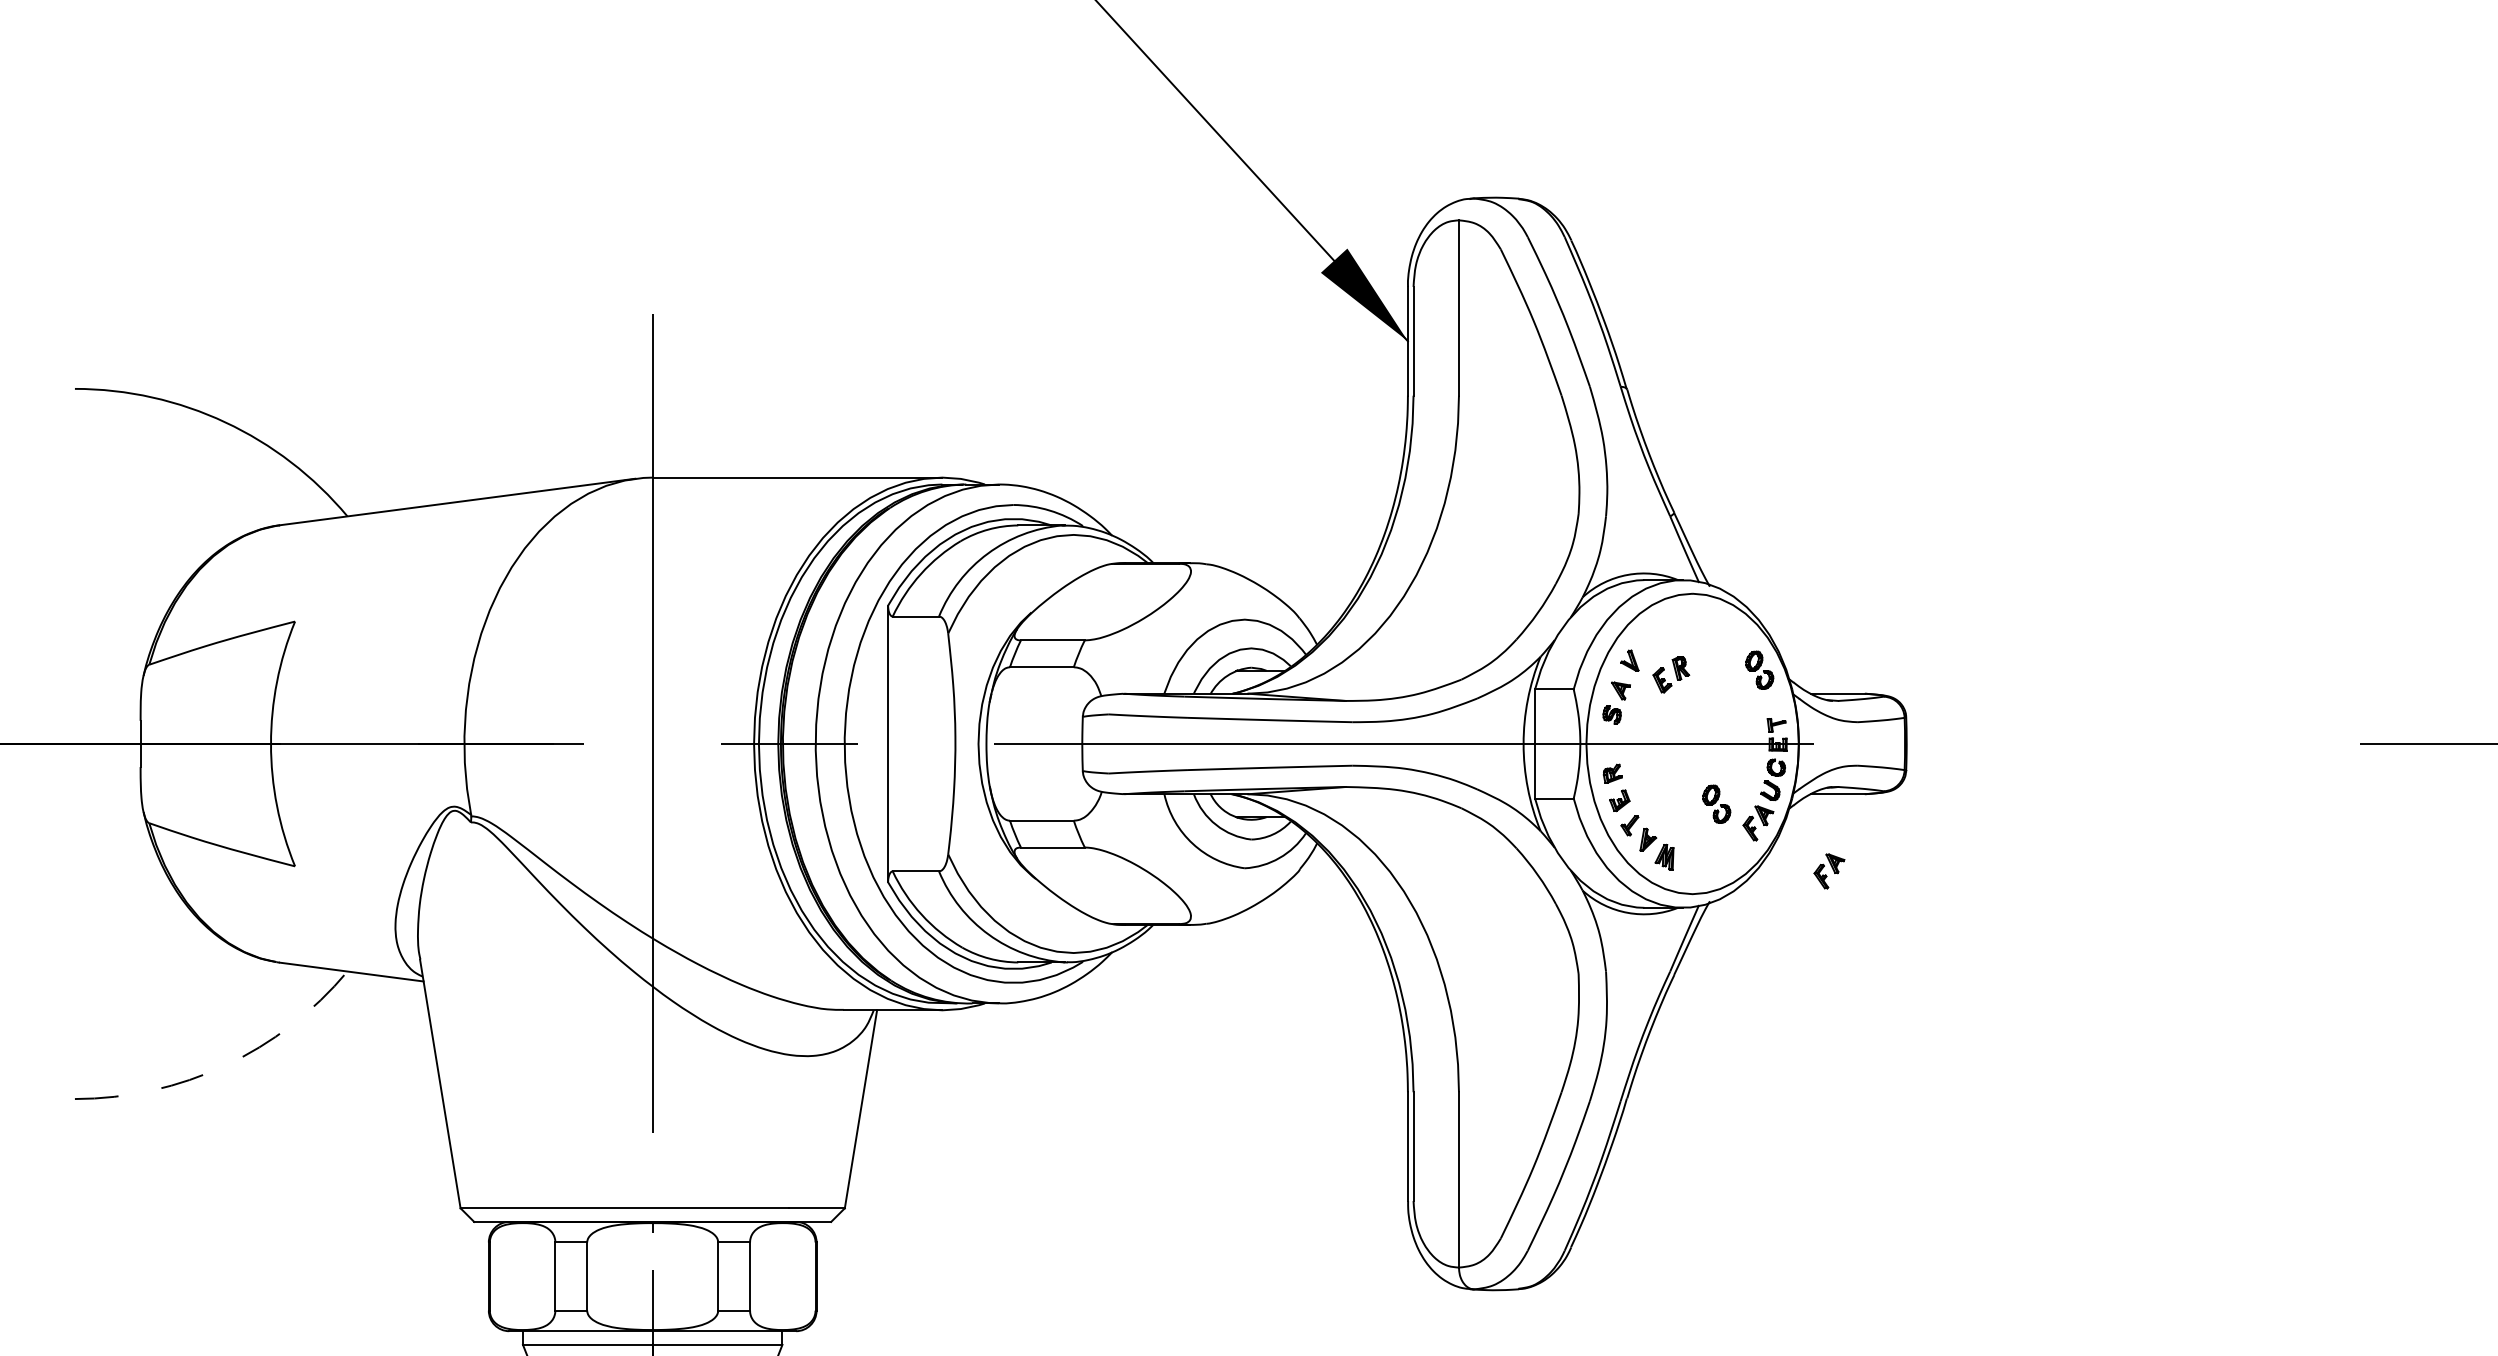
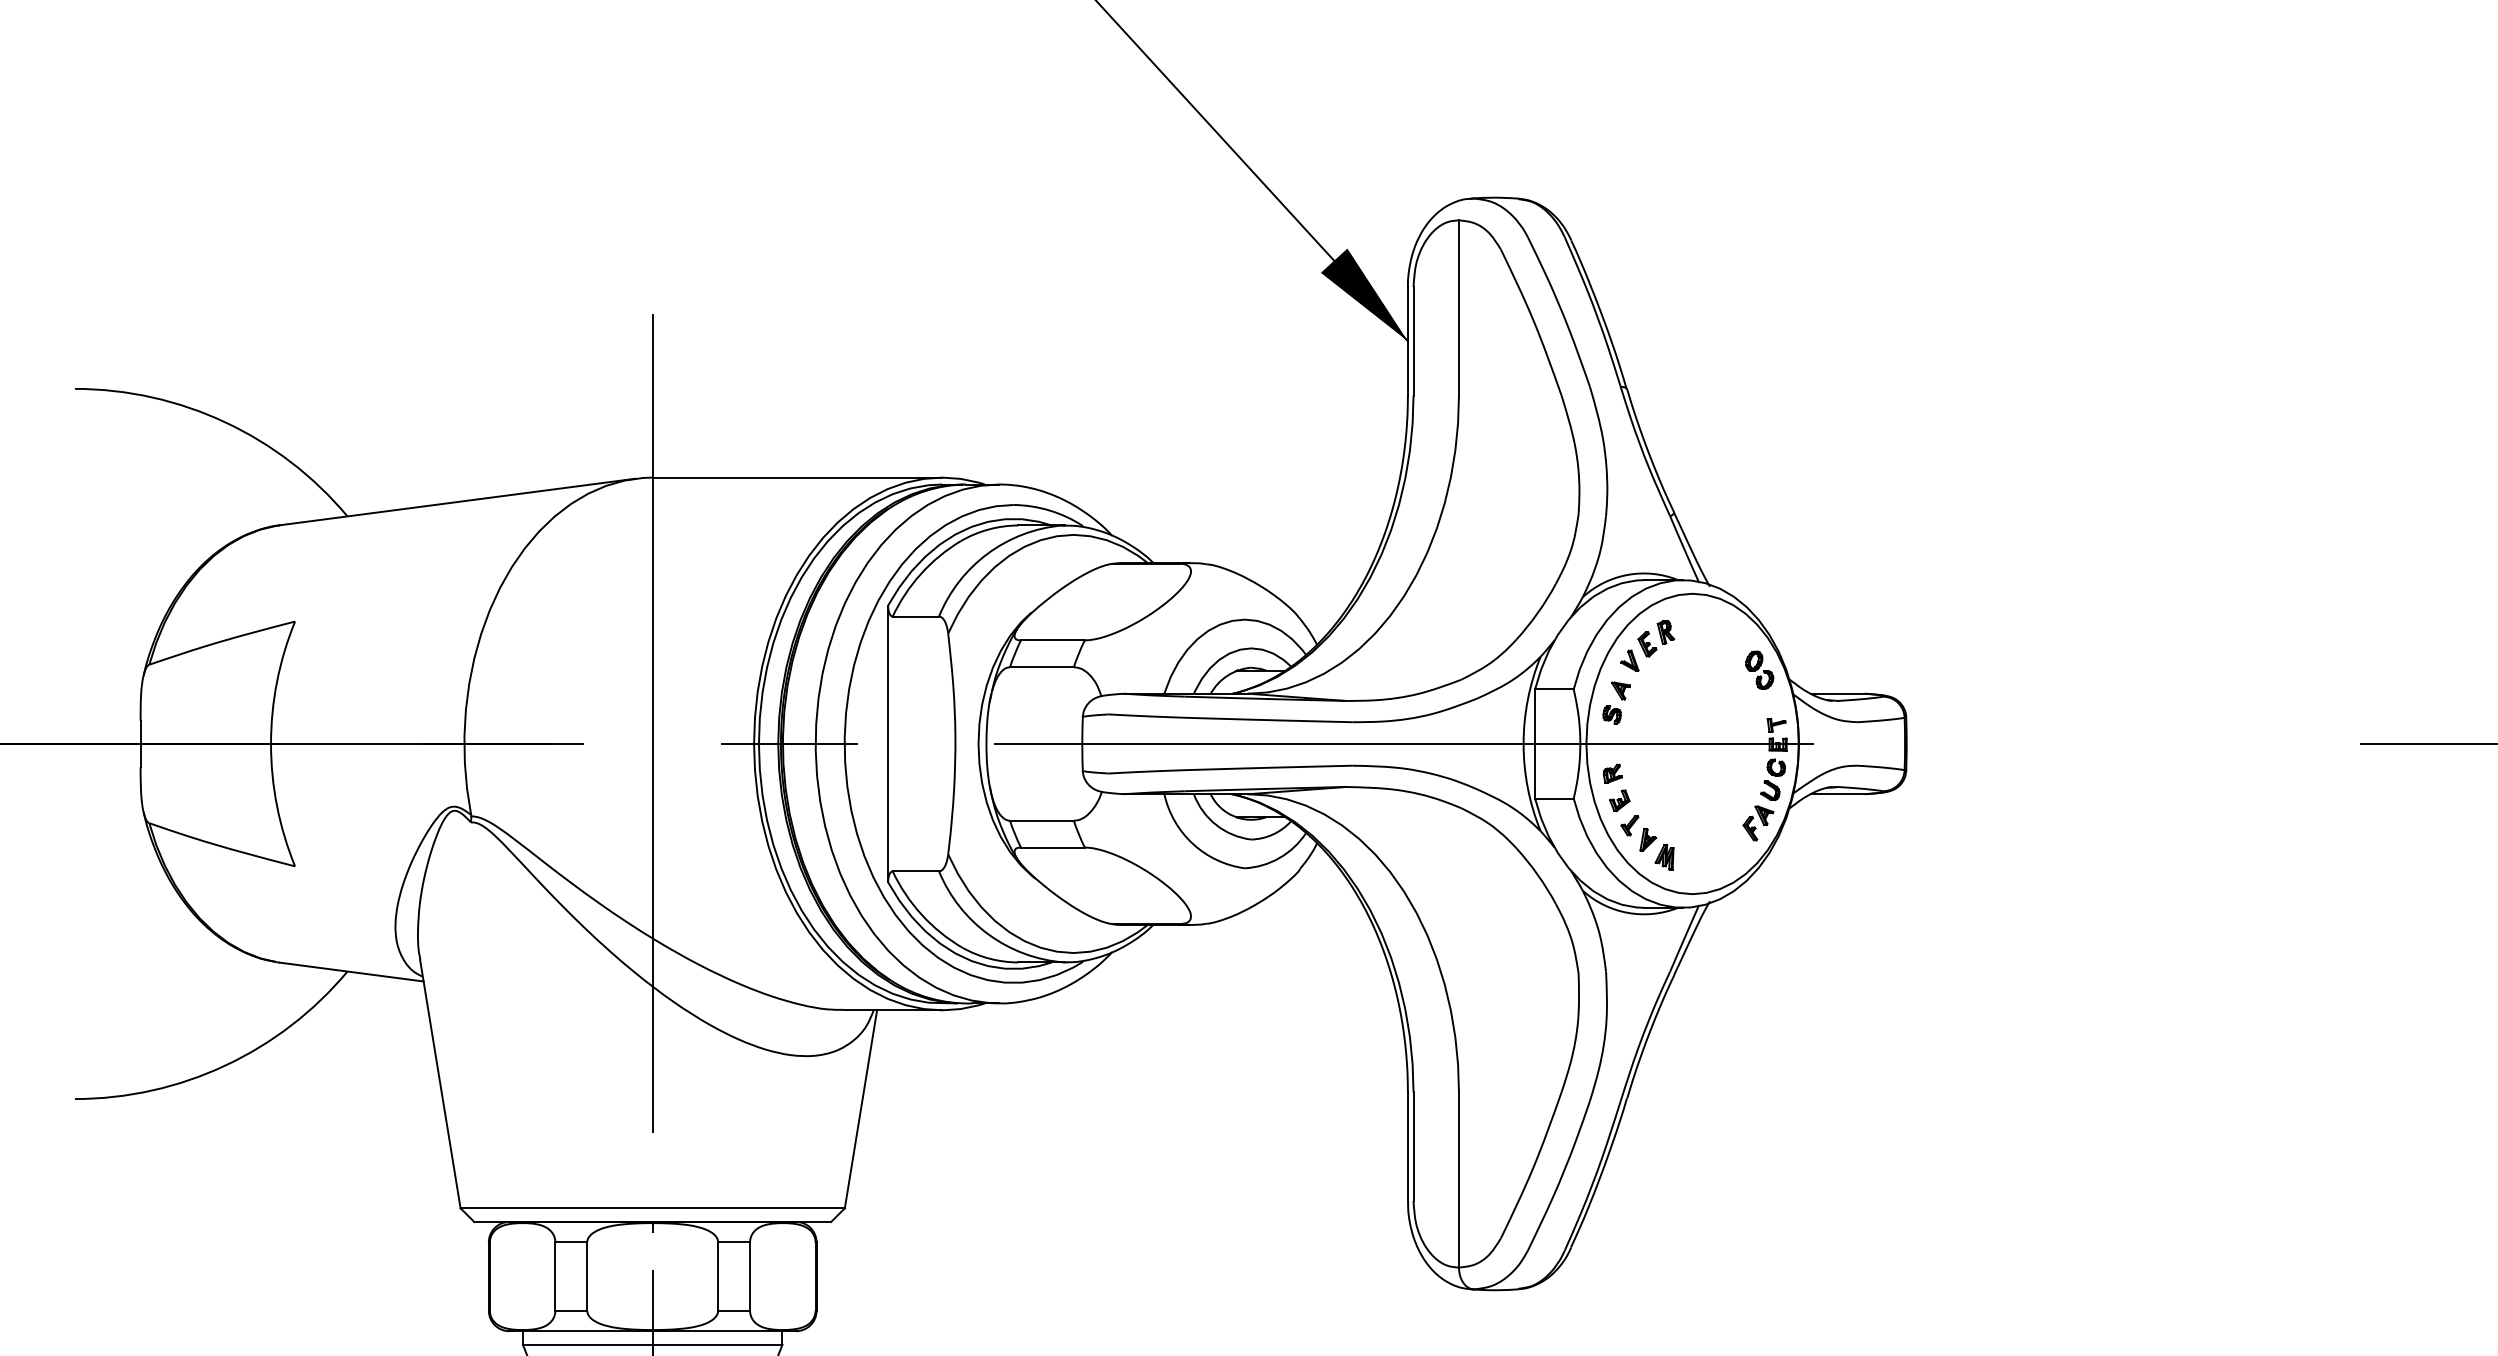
part at (1671, 674) position: (1671, 674) -> (1656, 638)
part at (1716, 803): present -> none
part at (1829, 871): present -> none
arc at (225, 1065): dashed -> solid
